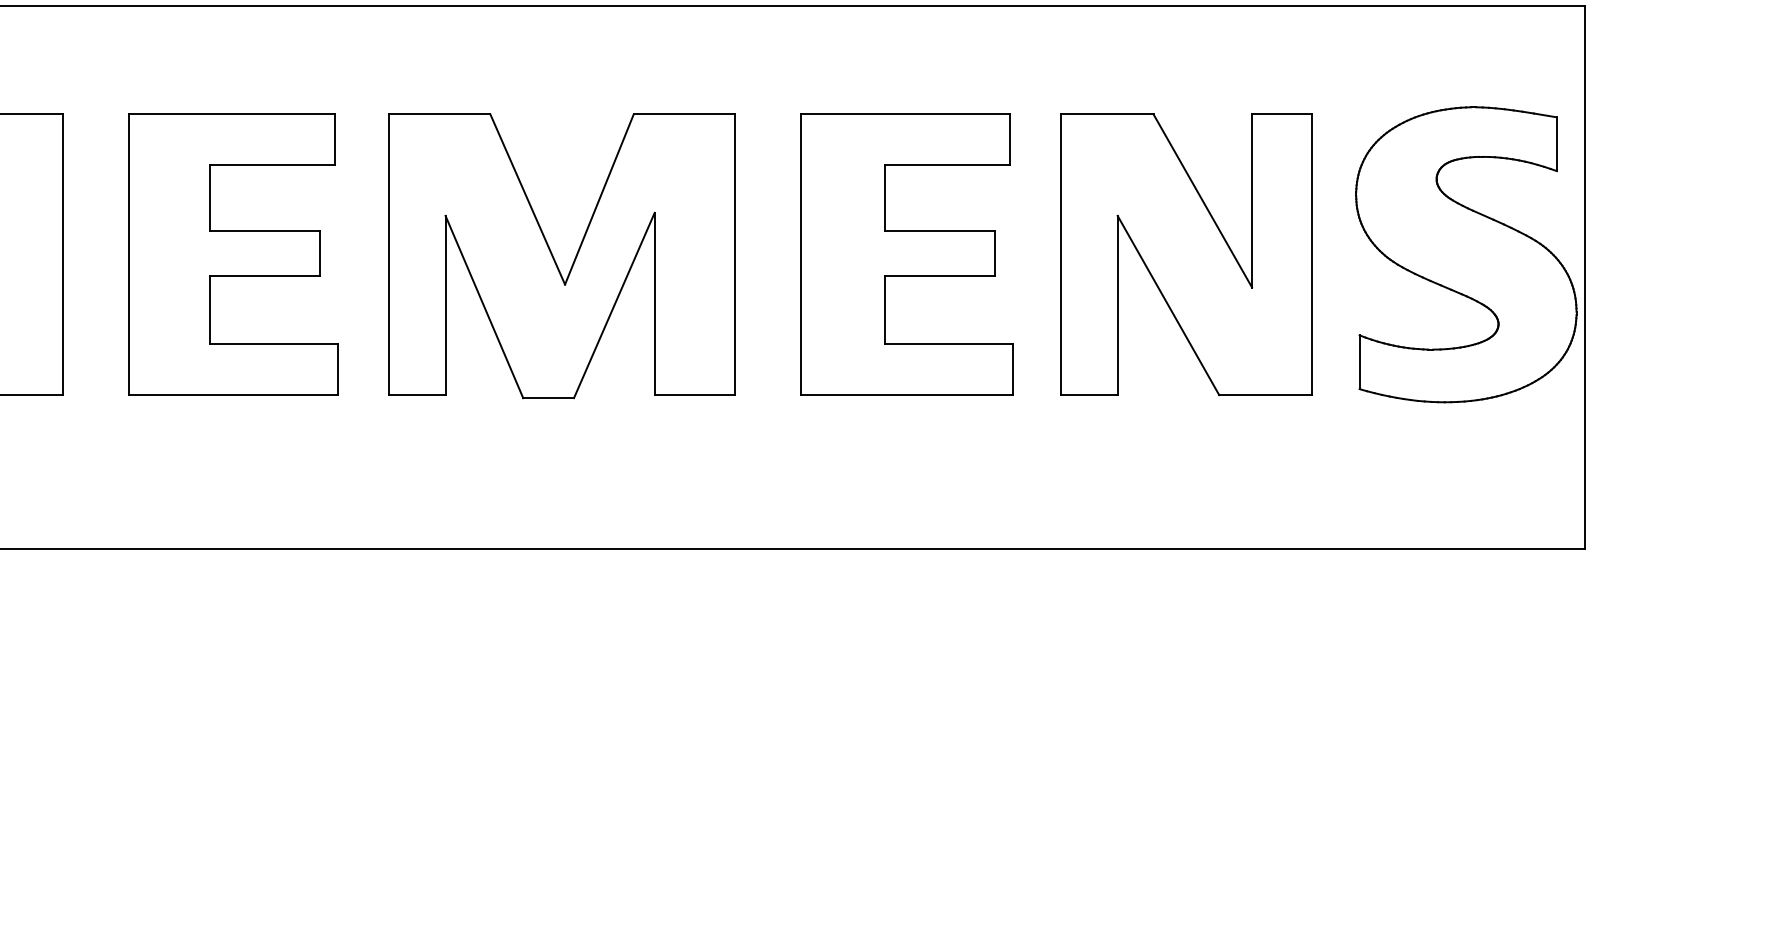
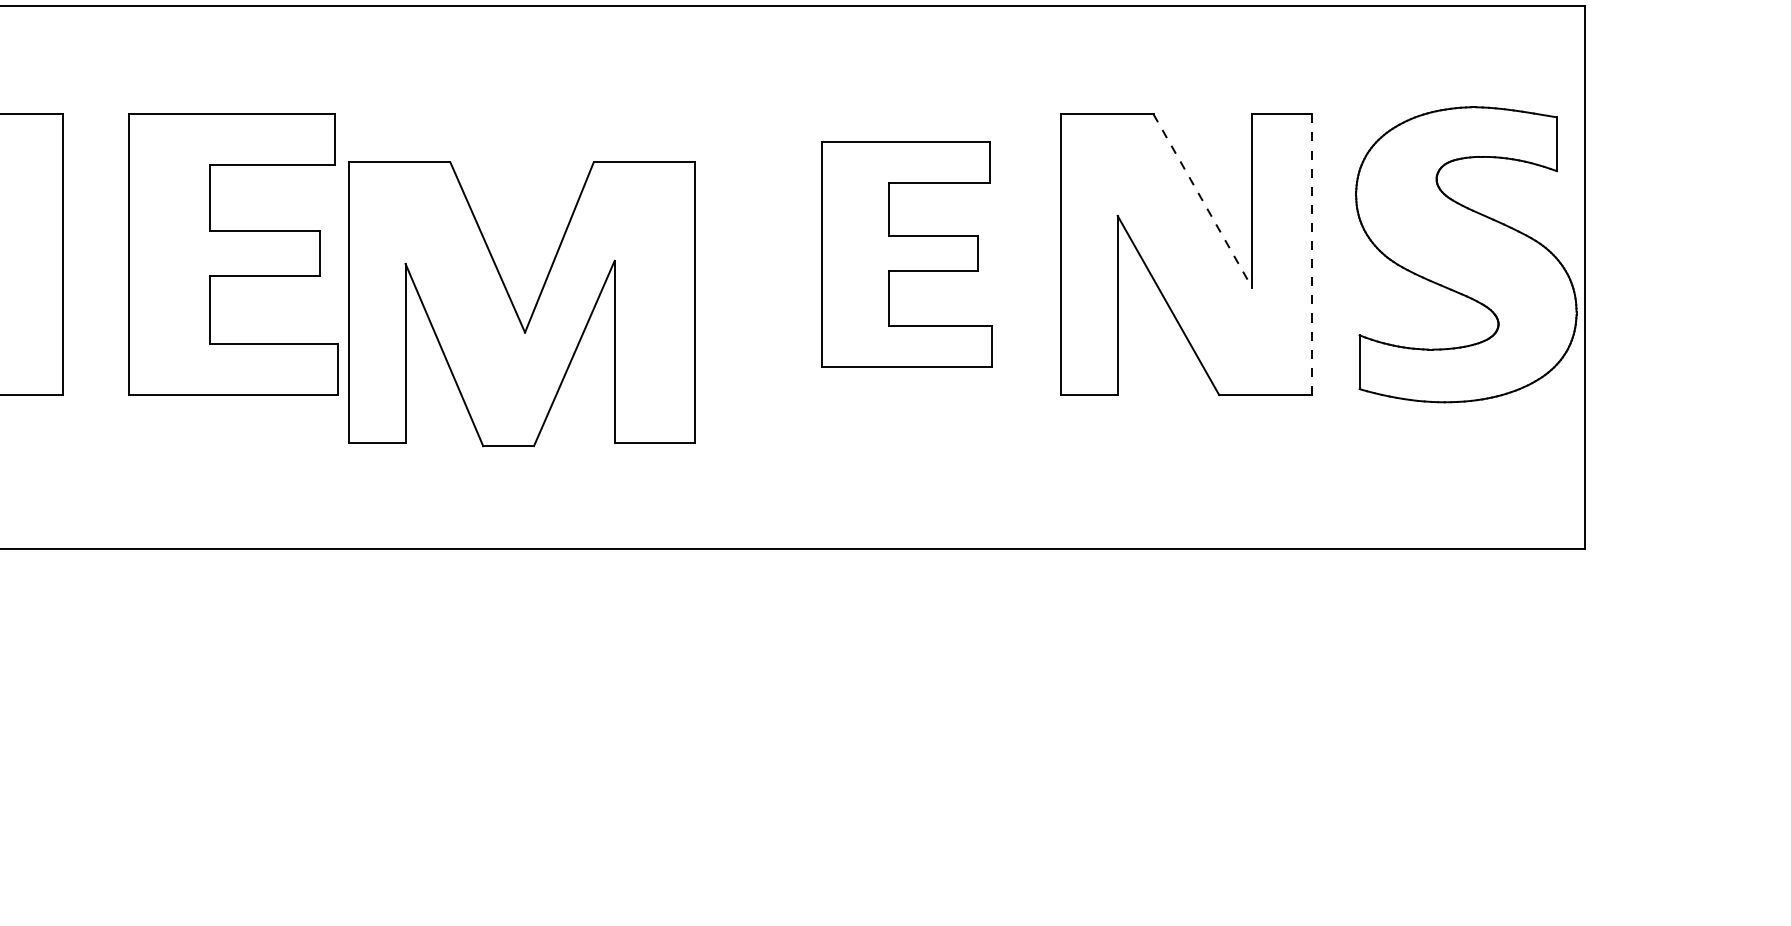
line at (1202, 200): solid -> dashed
part at (906, 254) size: 214x283 px -> 172x227 px
line at (1311, 255): solid -> dashed
part at (554, 257) position: (554, 257) -> (514, 305)
